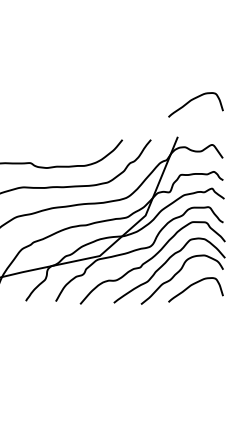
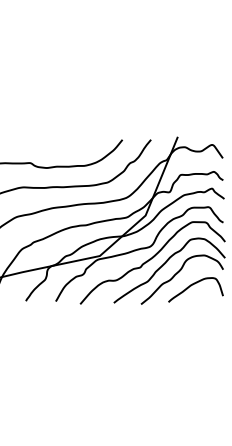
curve at (193, 100): present -> none
